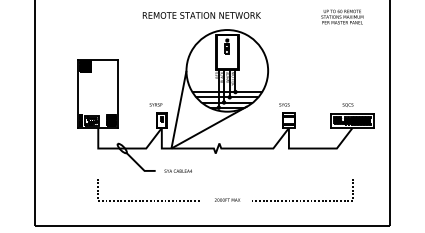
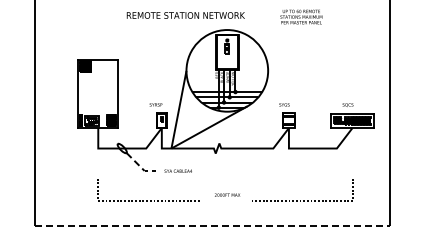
text at (201, 15) position: (201, 15) -> (185, 15)
text at (342, 16) position: (342, 16) -> (301, 16)
line at (140, 166): solid -> dashed
text at (227, 199) position: (227, 199) -> (227, 194)
line at (212, 226): solid -> dashed
